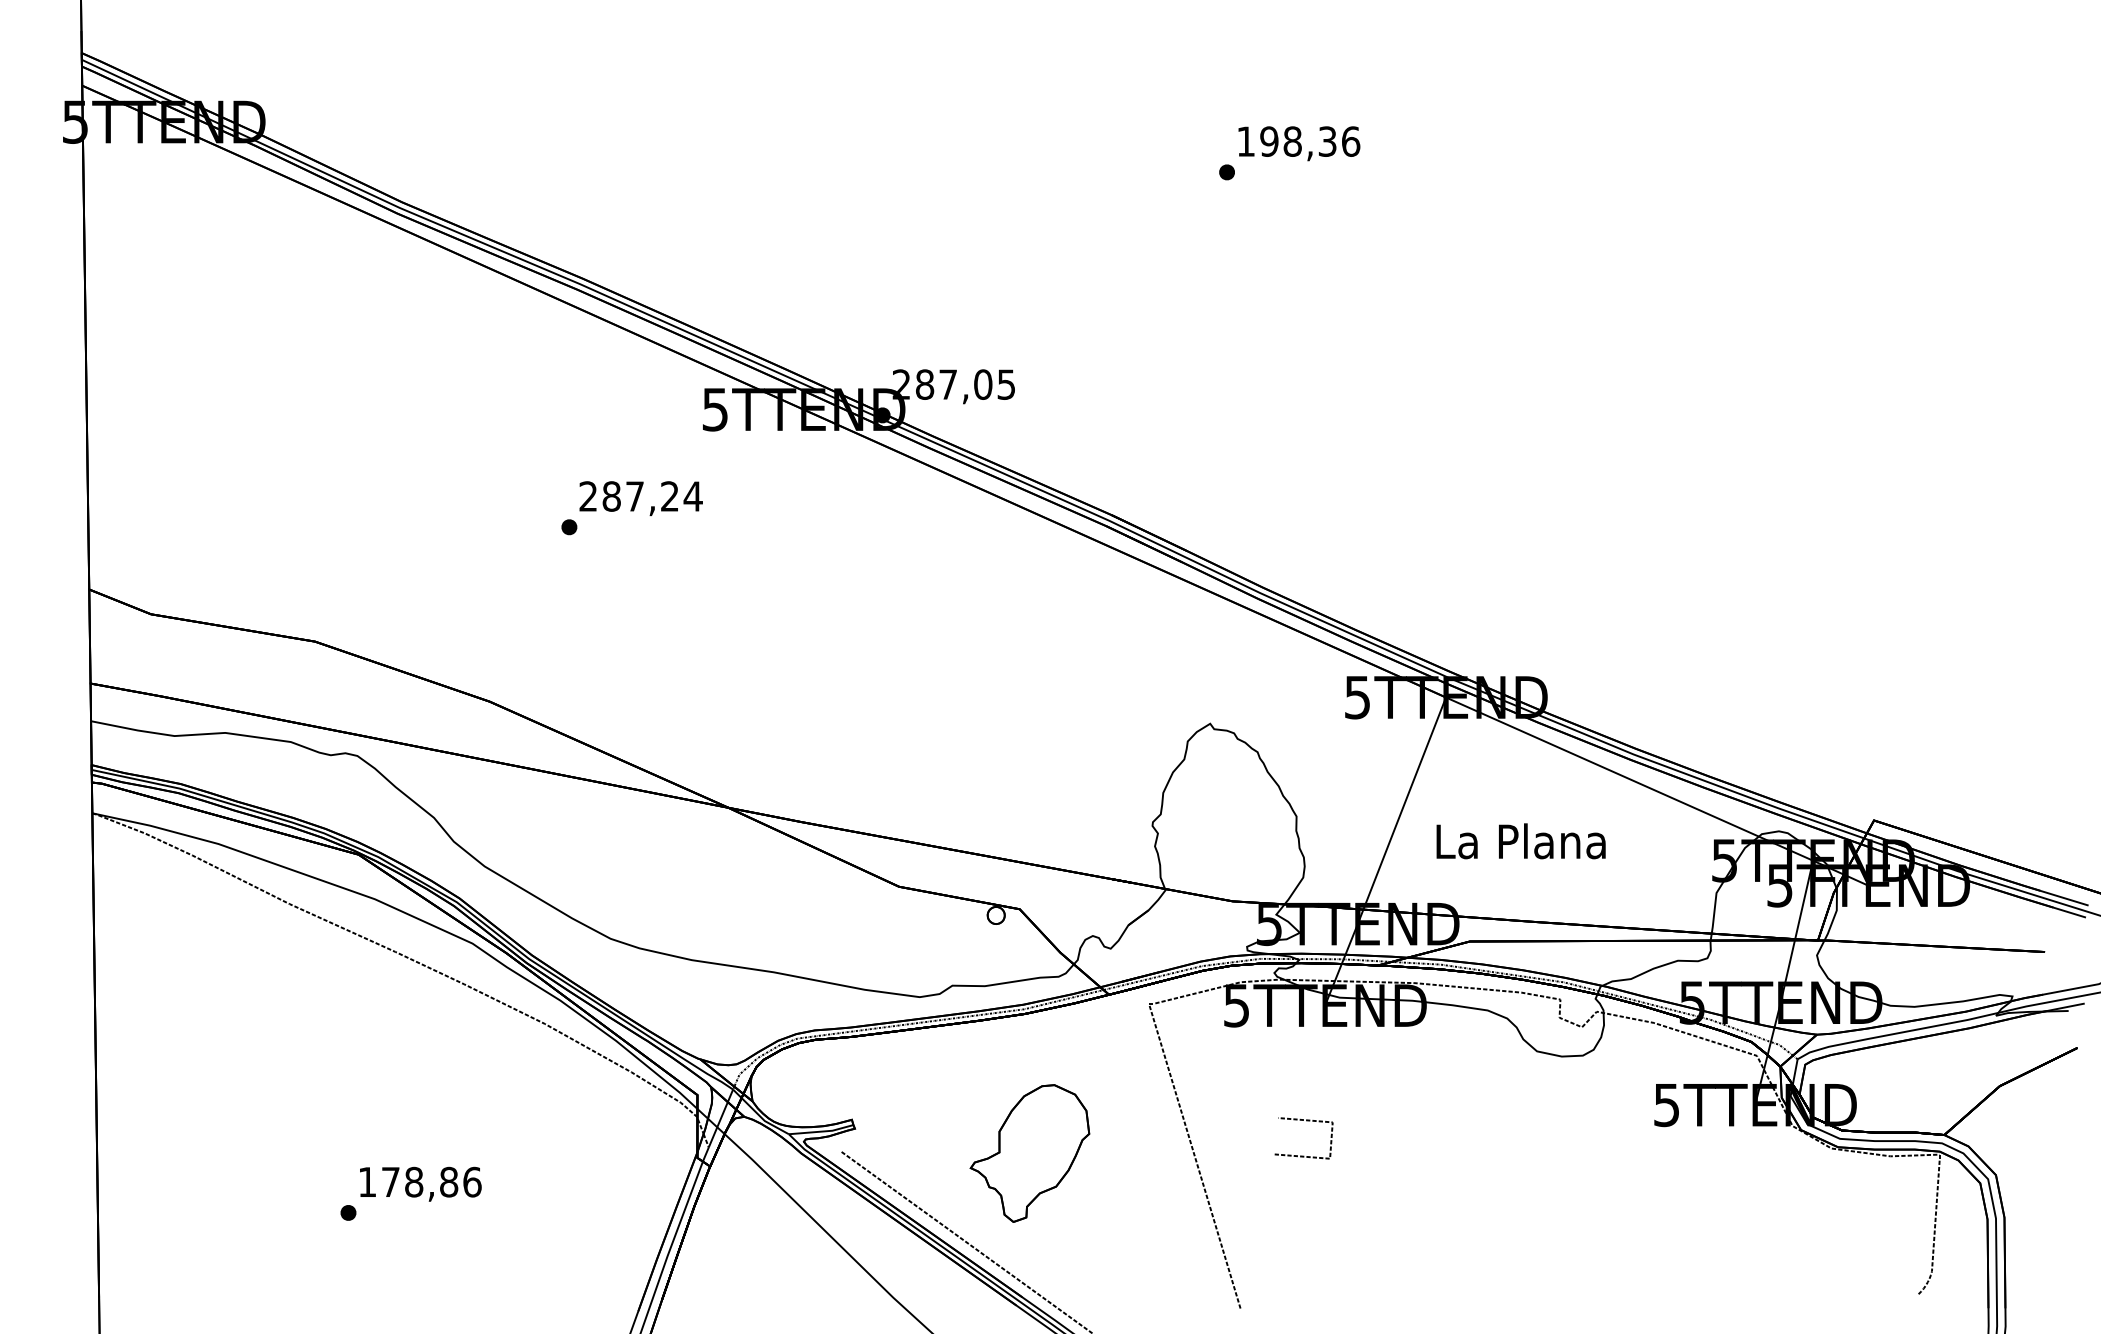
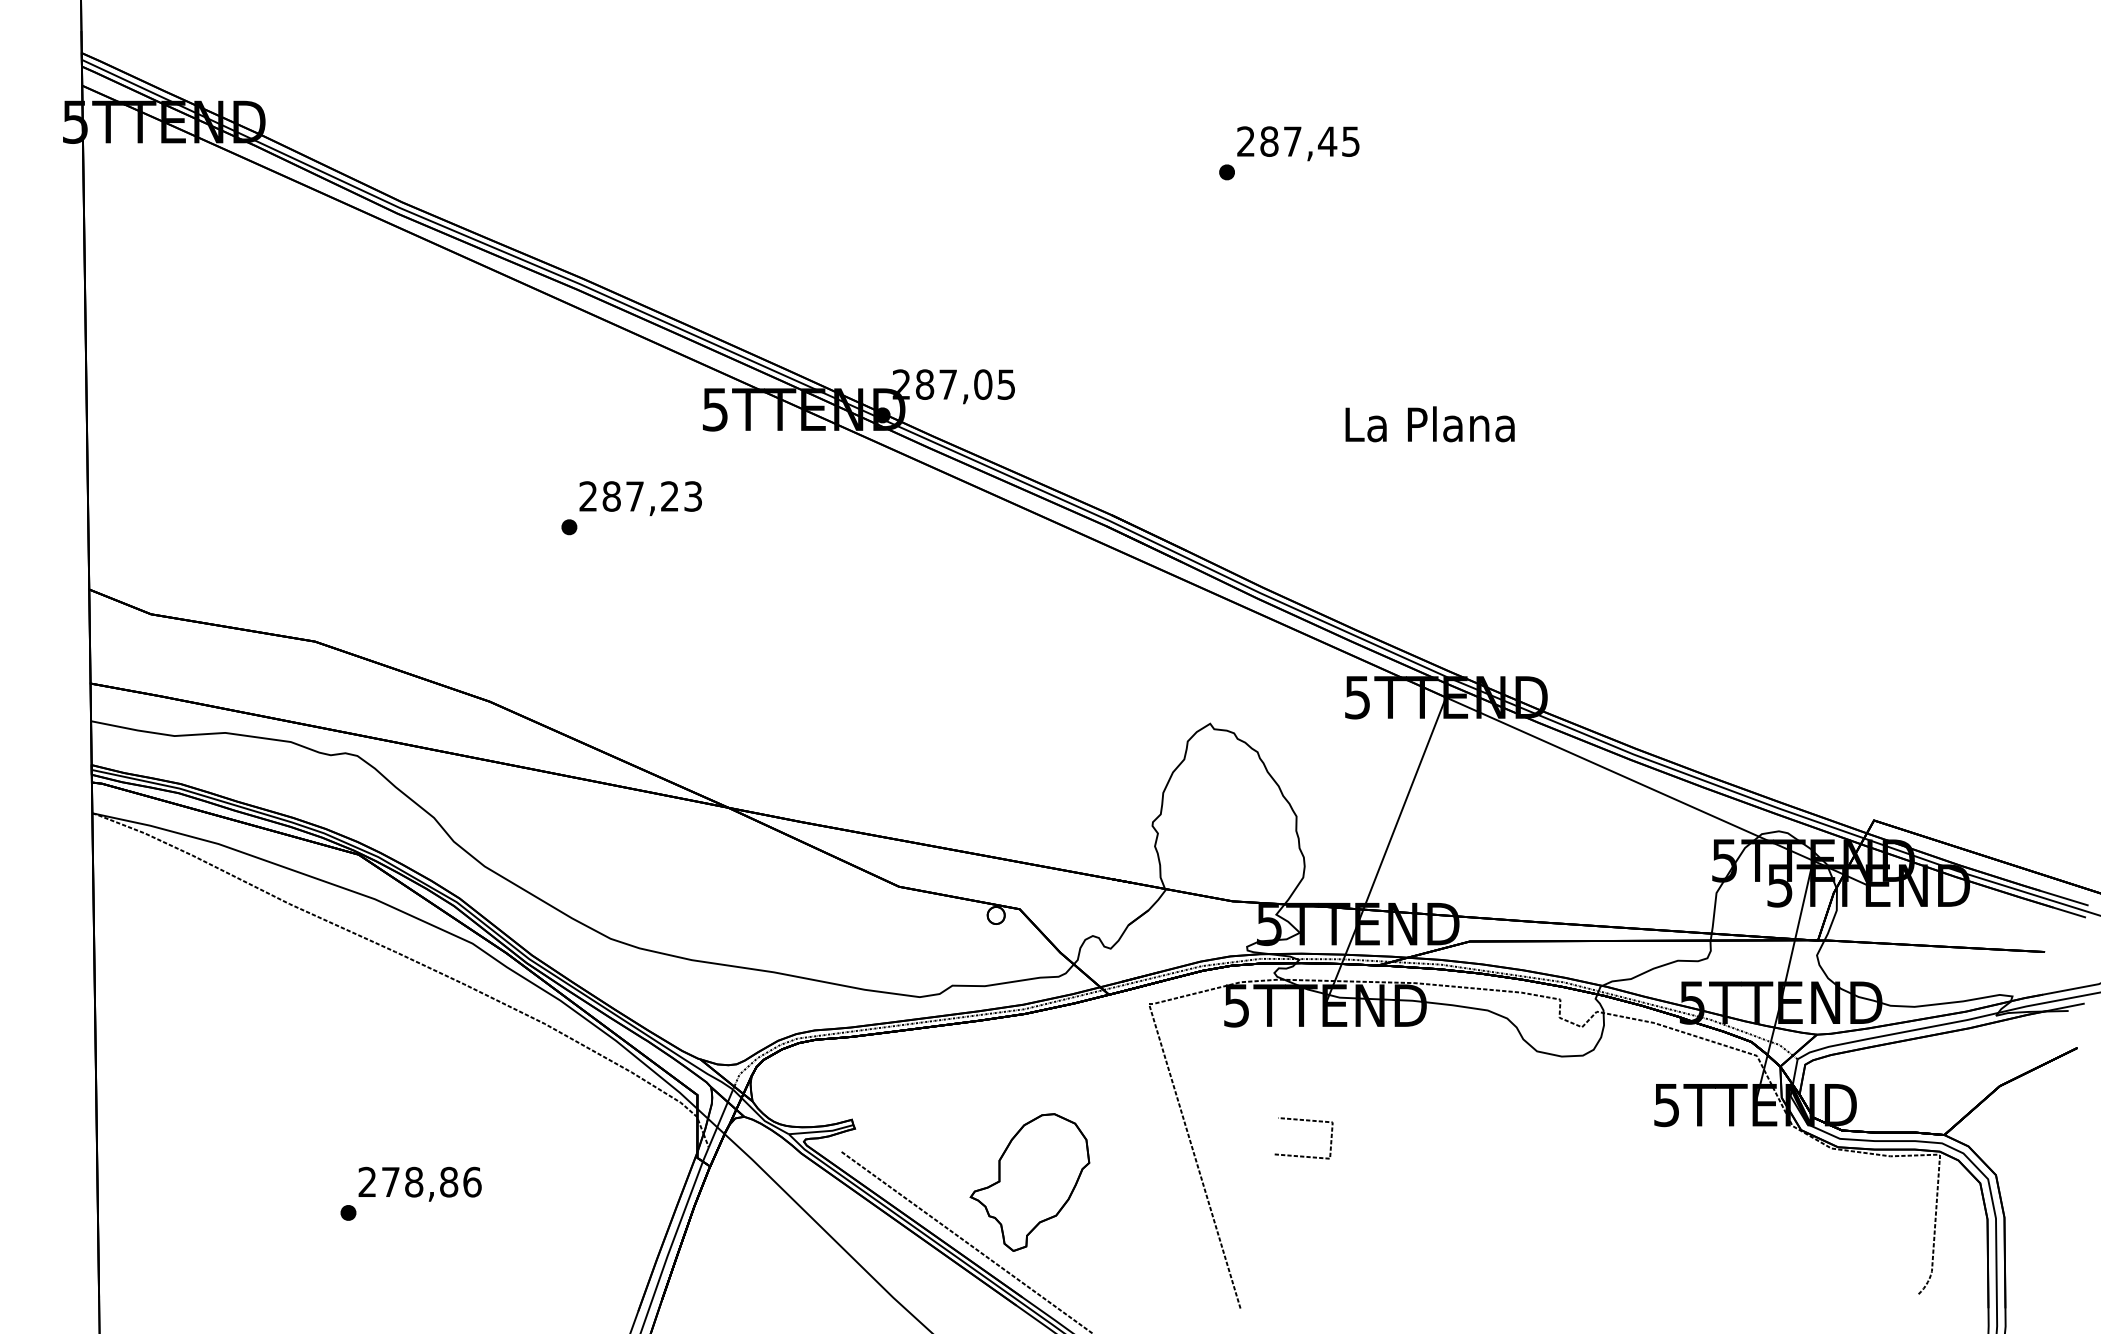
text at (1298, 141): 198,36 -> 287,45
text at (692, 496): 287,24 -> 287,23
text at (1520, 841) position: (1520, 841) -> (1429, 424)
part at (1029, 1153) position: (1029, 1153) -> (1029, 1182)
text at (366, 1181): 178,86 -> 278,86
